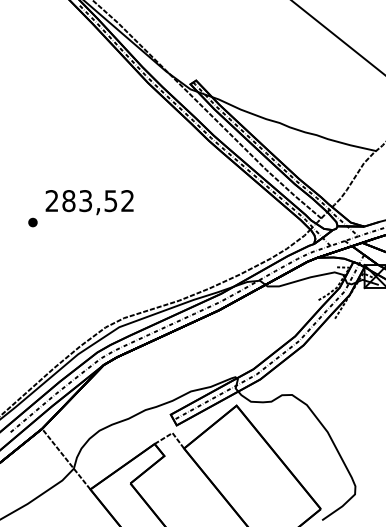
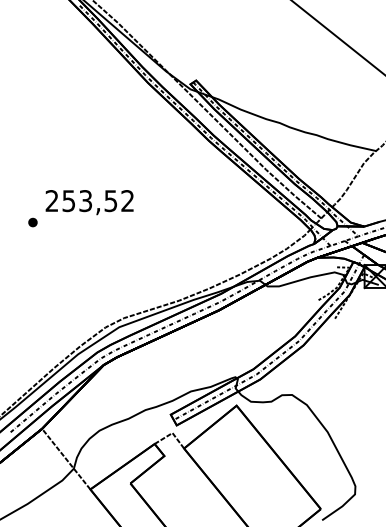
text at (68, 201): 283,52 -> 253,52
